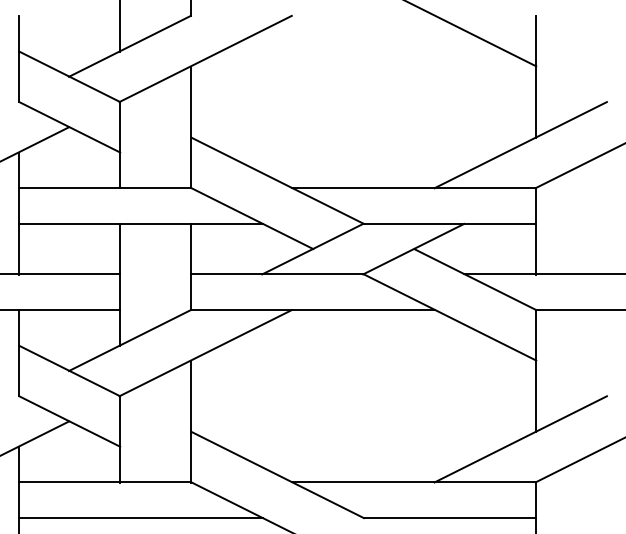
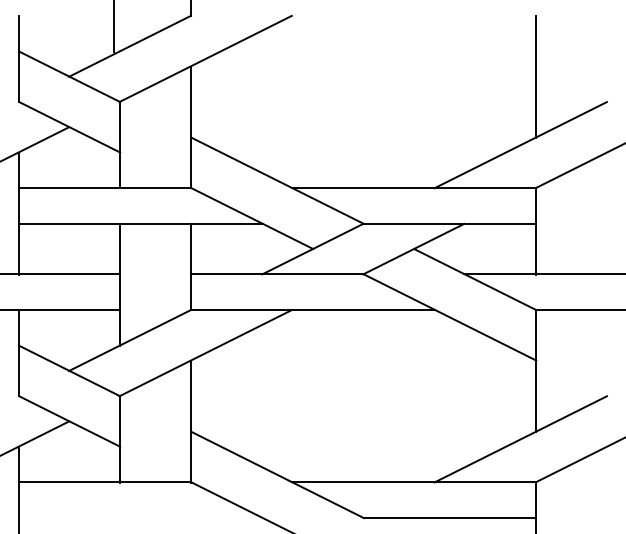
line at (119, 26) position: (119, 26) -> (113, 26)
line at (471, 34): present -> none
line at (140, 517): present -> none
